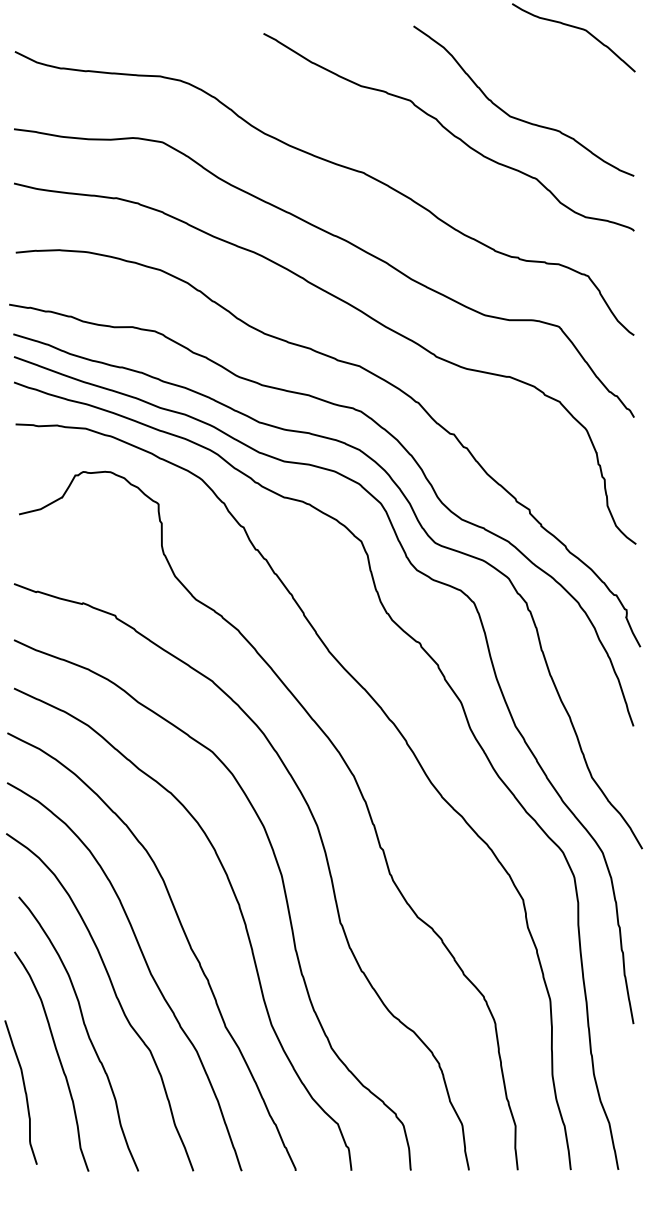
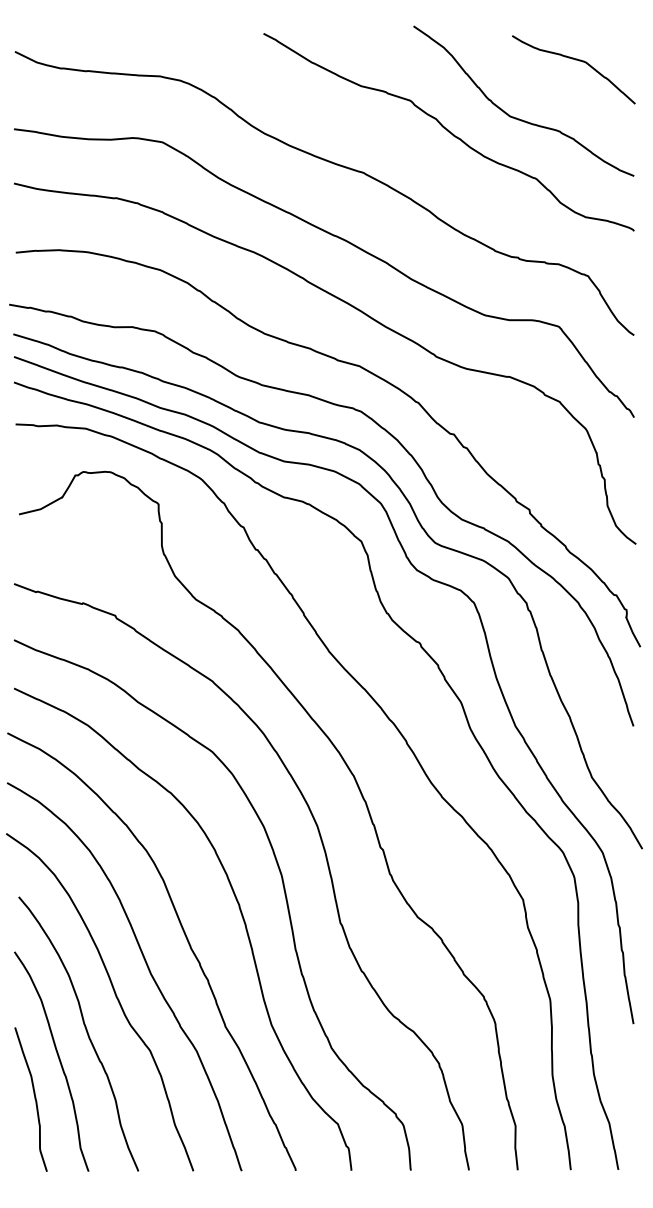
curve at (575, 28) position: (575, 28) -> (575, 60)
curve at (24, 1092) position: (24, 1092) -> (34, 1099)
